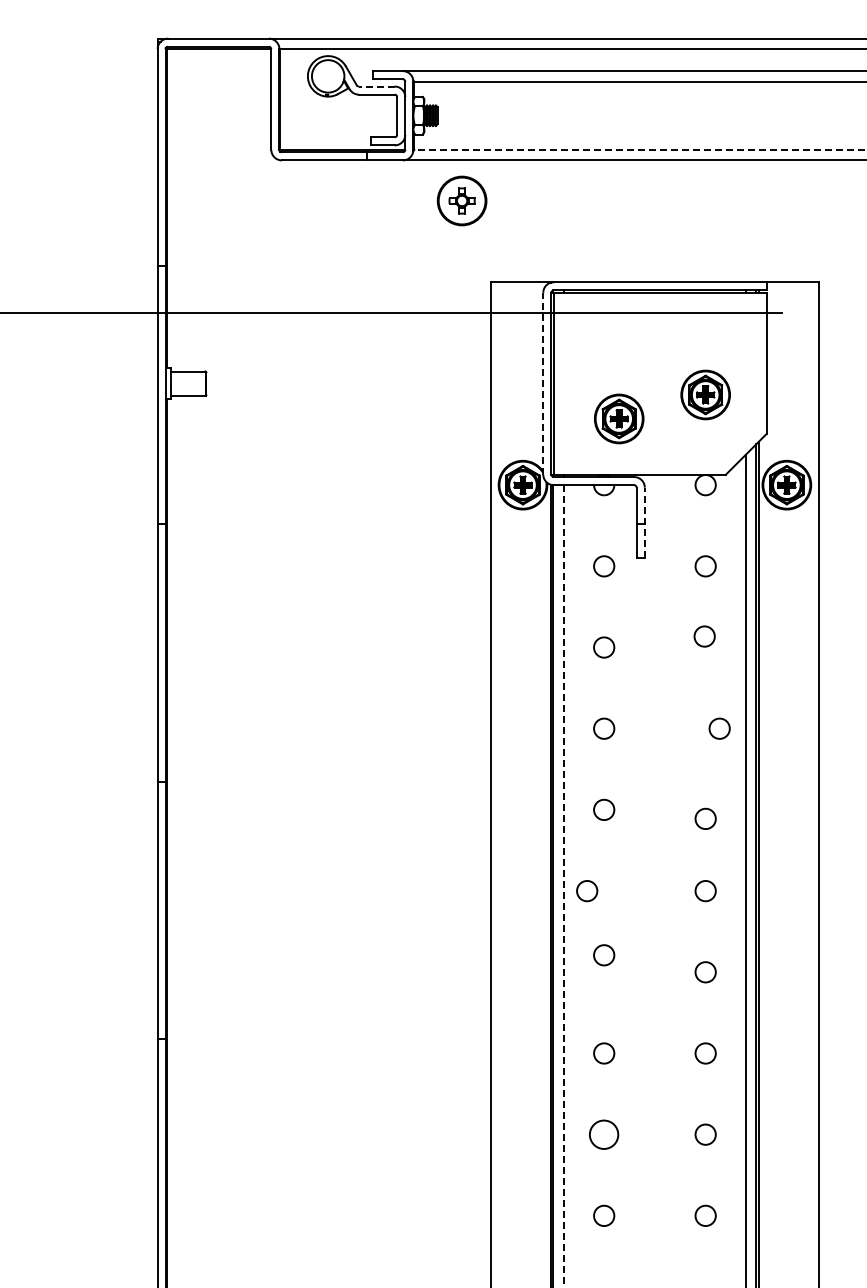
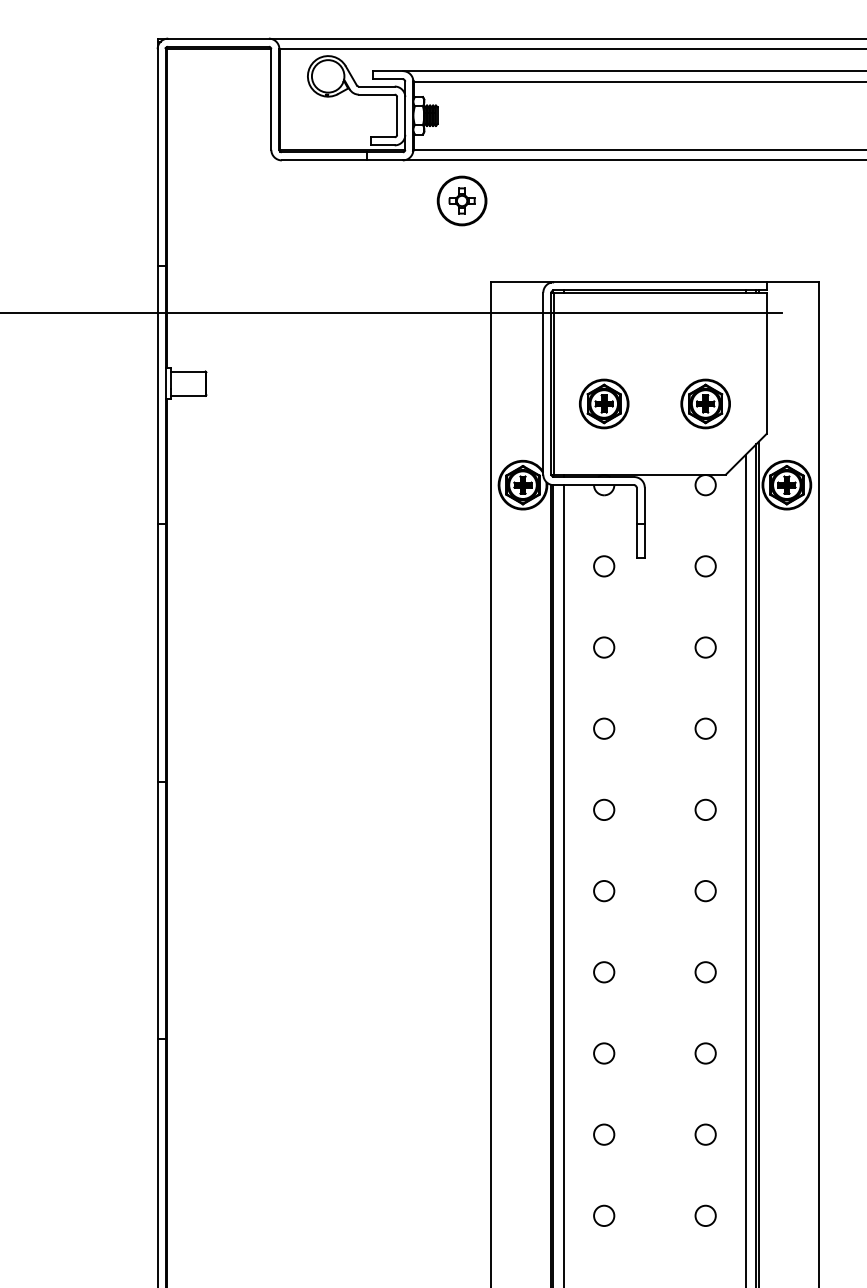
line at (376, 86): dashed -> solid
line at (640, 149): dashed -> solid
line at (543, 383): dashed -> solid
part at (705, 394) position: (705, 394) -> (705, 403)
part at (619, 418) position: (619, 418) -> (604, 403)
line at (644, 522): dashed -> solid
circle at (704, 636) position: (704, 636) -> (705, 647)
circle at (719, 728) position: (719, 728) -> (705, 728)
circle at (705, 818) position: (705, 818) -> (705, 809)
line at (564, 886): dashed -> solid
circle at (587, 891) position: (587, 891) -> (604, 891)
circle at (604, 955) position: (604, 955) -> (604, 972)
circle at (604, 1134) size: 31x31 px -> 23x23 px
